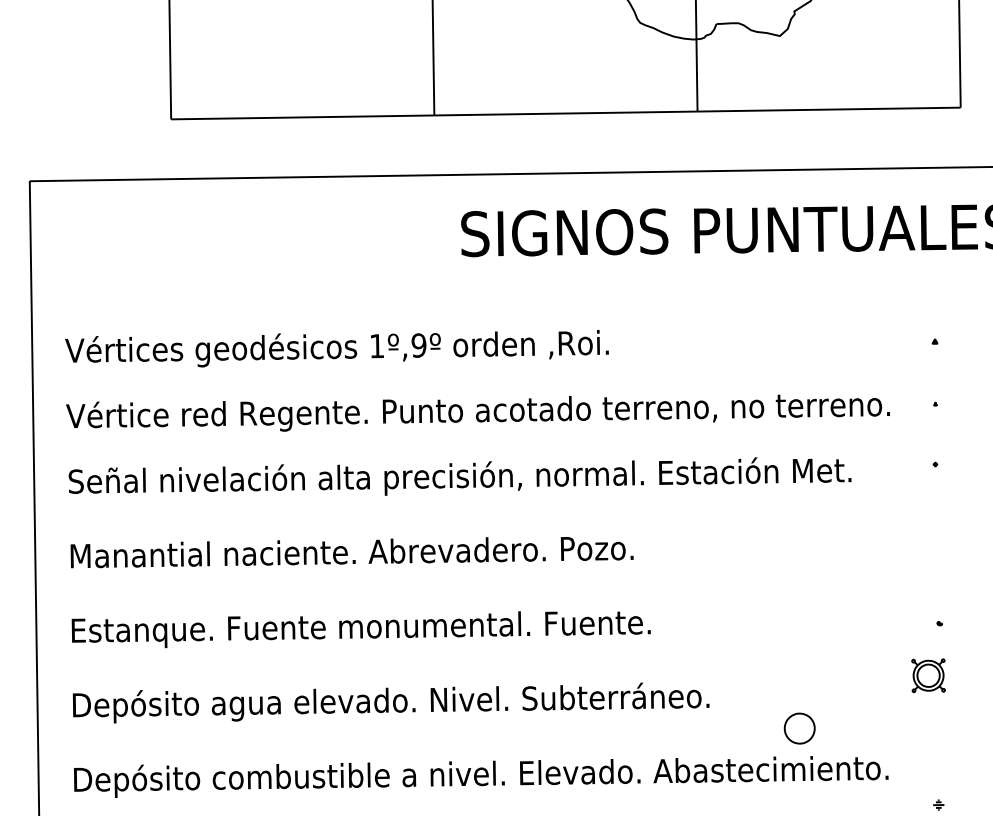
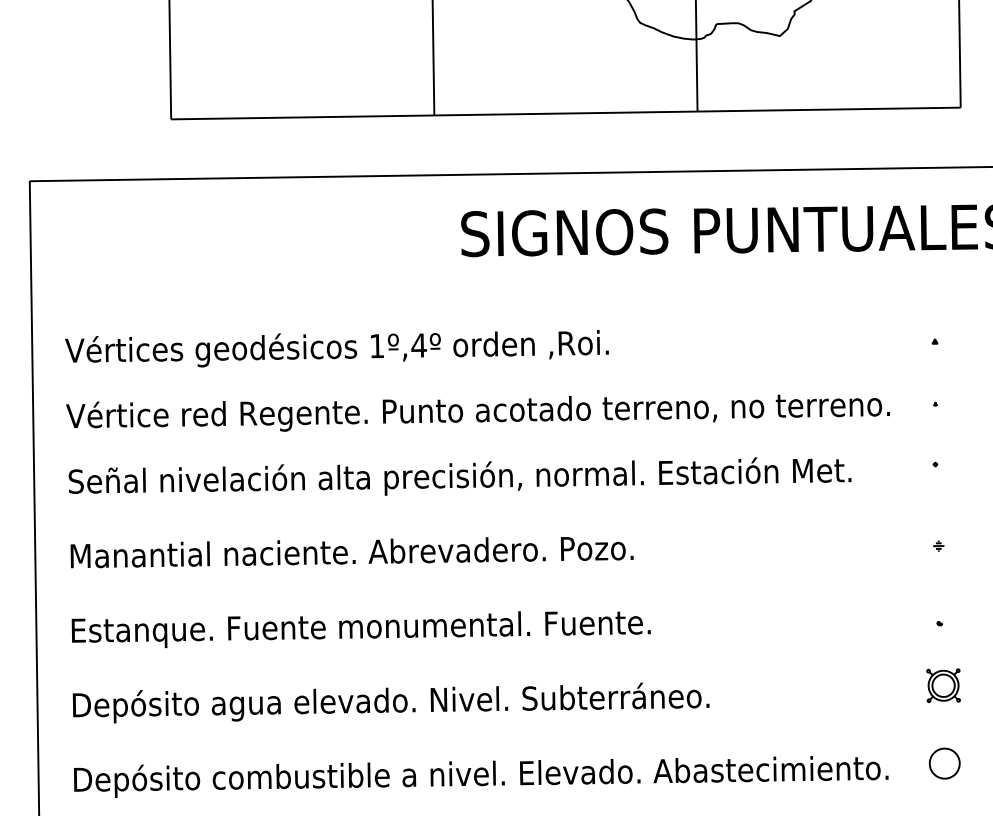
text at (418, 345): 1º,9º -> 1º,4º
part at (928, 675) position: (928, 675) -> (943, 685)
part at (799, 728) position: (799, 728) -> (944, 763)
part at (938, 804) position: (938, 804) -> (938, 545)
